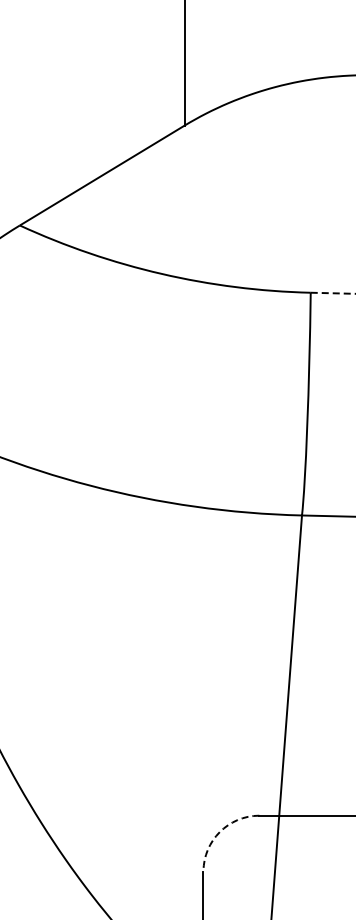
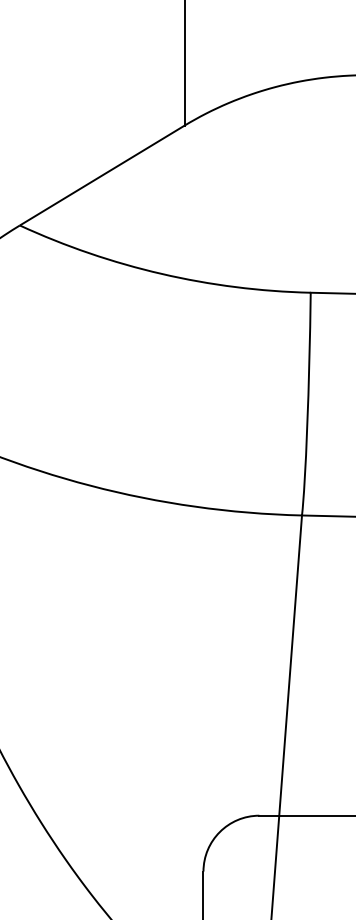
line at (333, 293): dashed -> solid
arc at (219, 832): dashed -> solid
